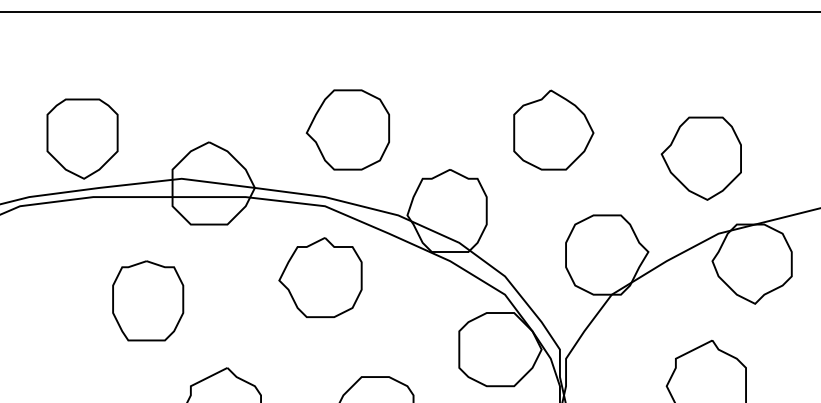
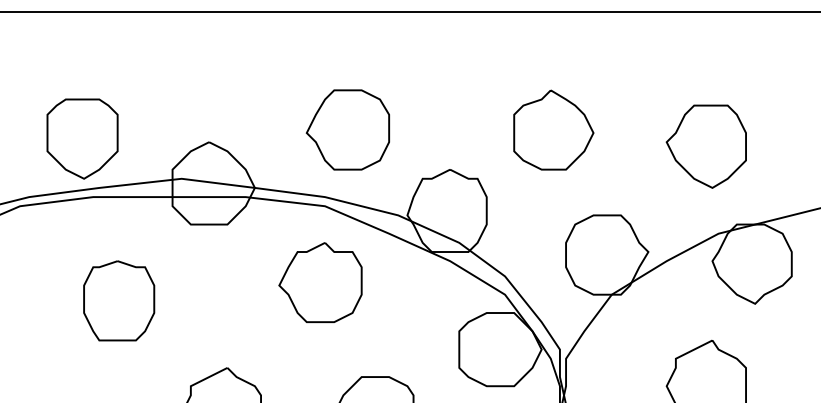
part at (700, 158) position: (700, 158) -> (705, 146)
part at (320, 277) position: (320, 277) -> (320, 282)
part at (148, 300) position: (148, 300) -> (119, 300)
